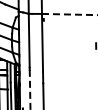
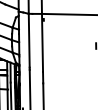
line at (69, 14): dashed -> solid
line at (30, 89): dashed -> solid
